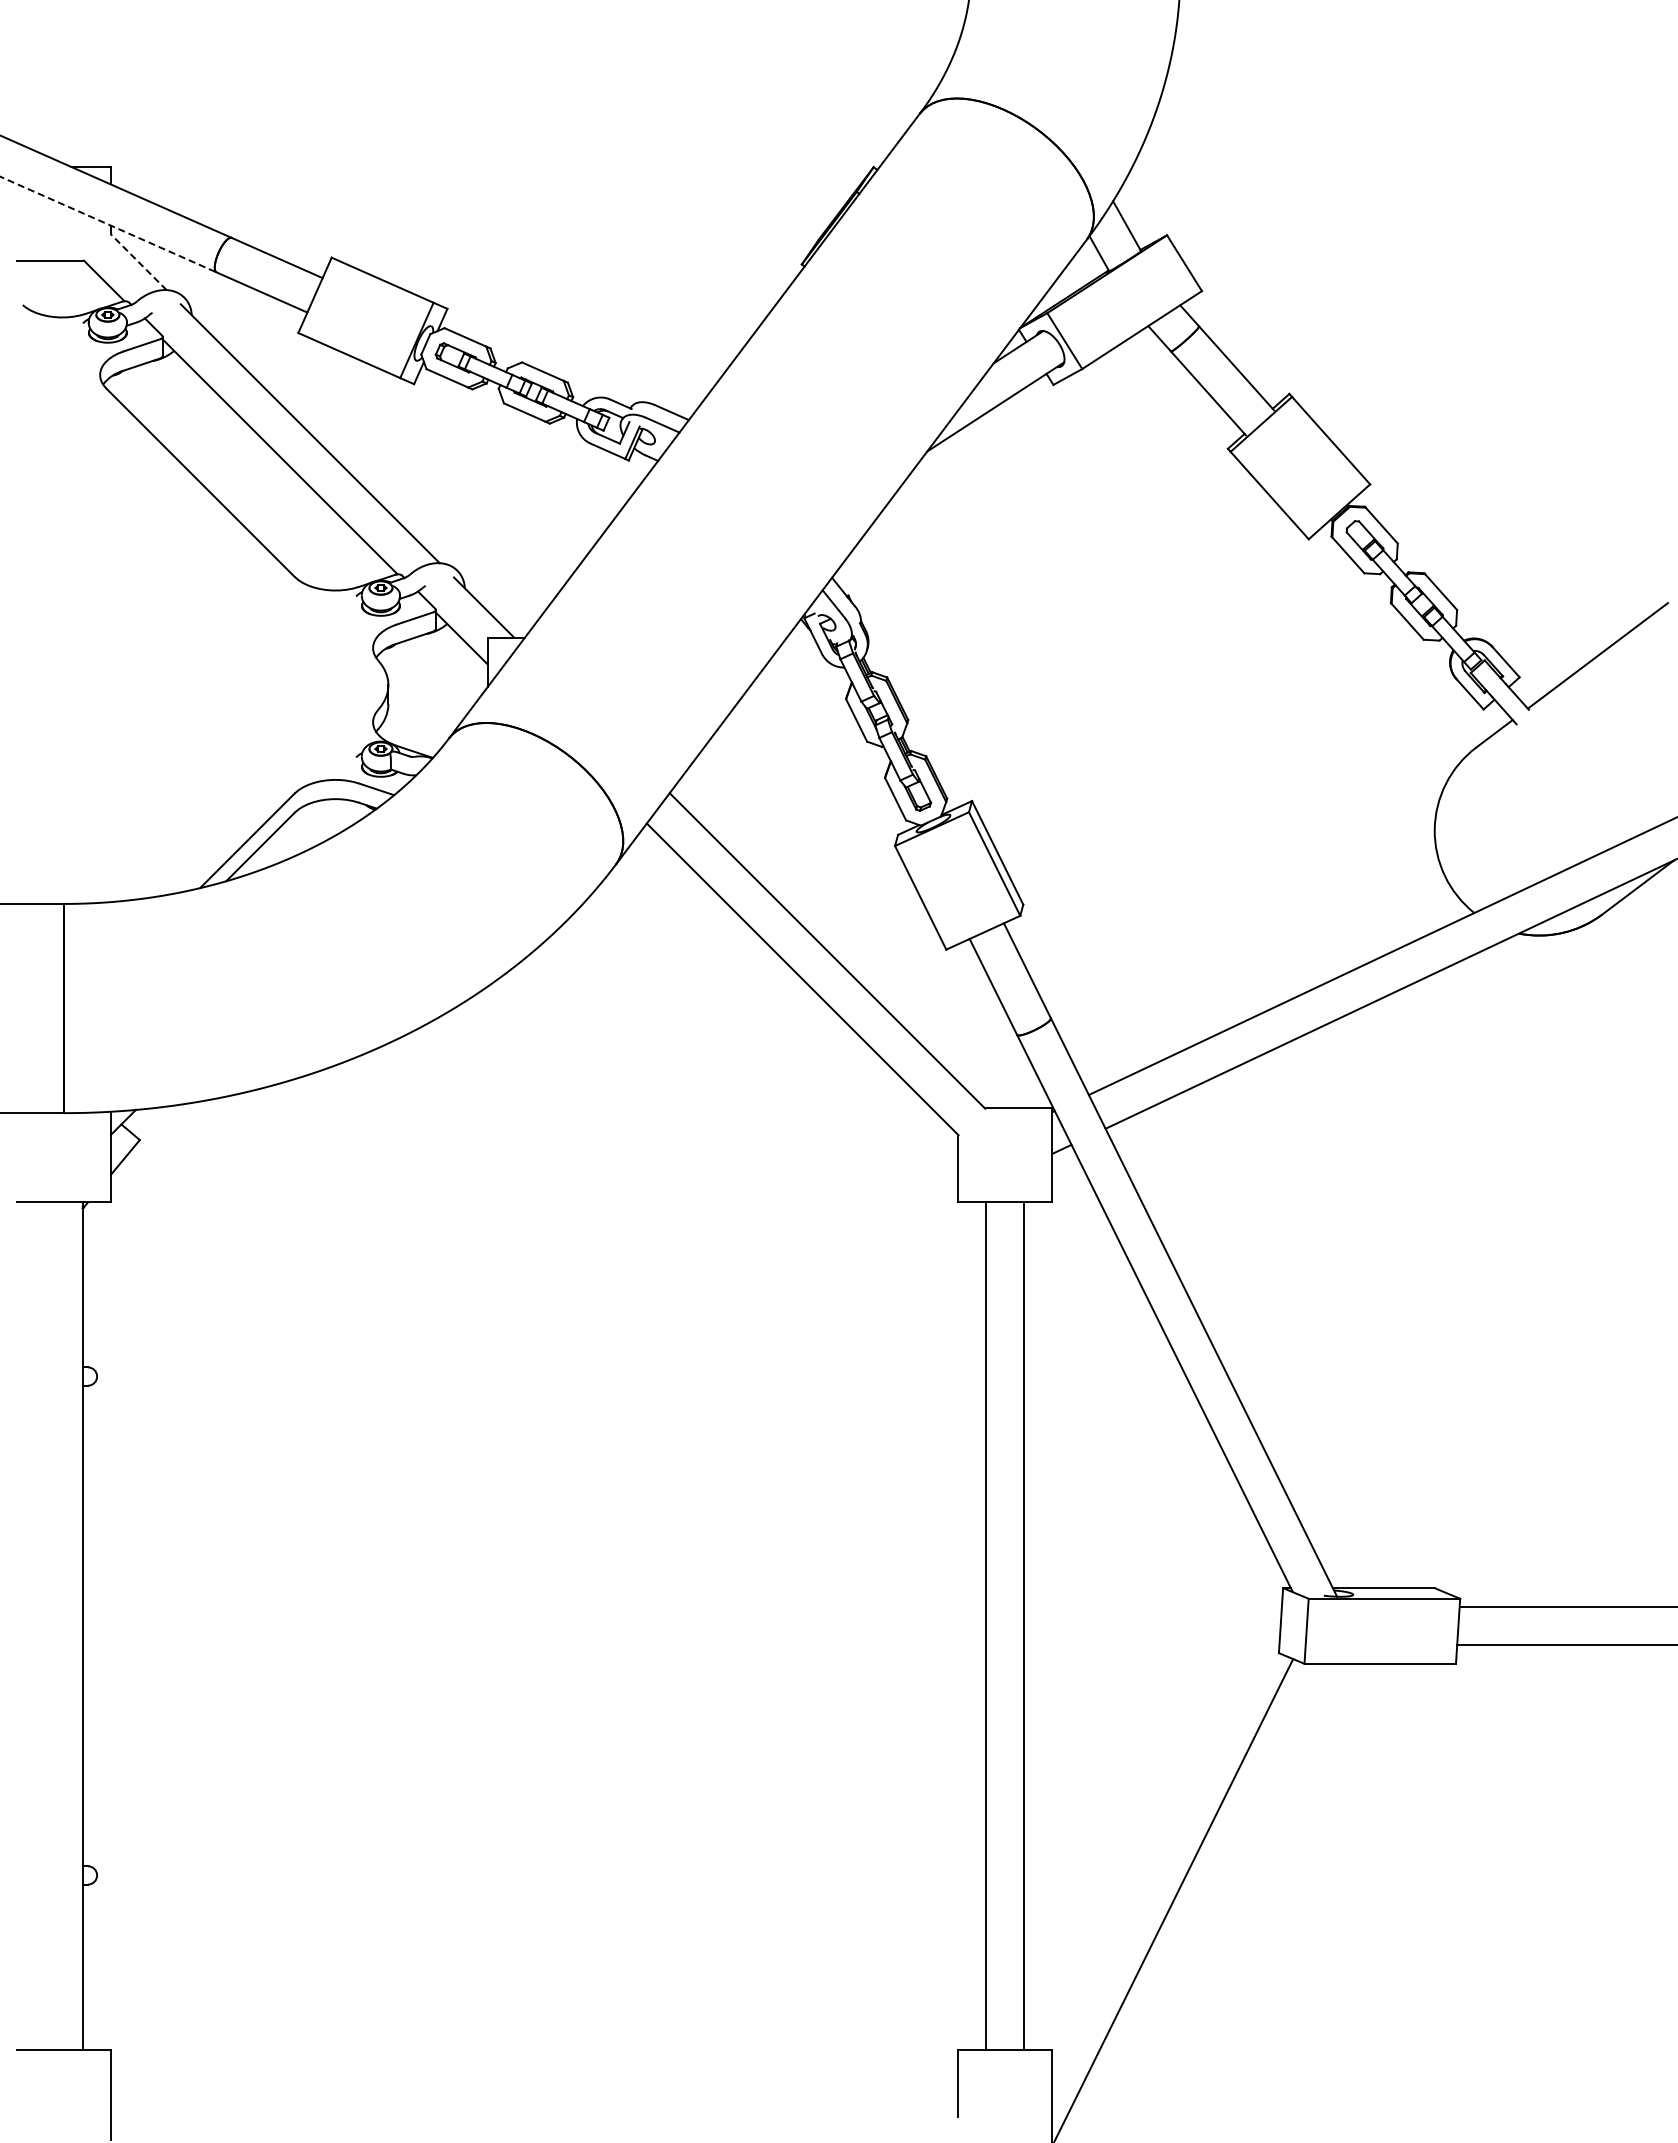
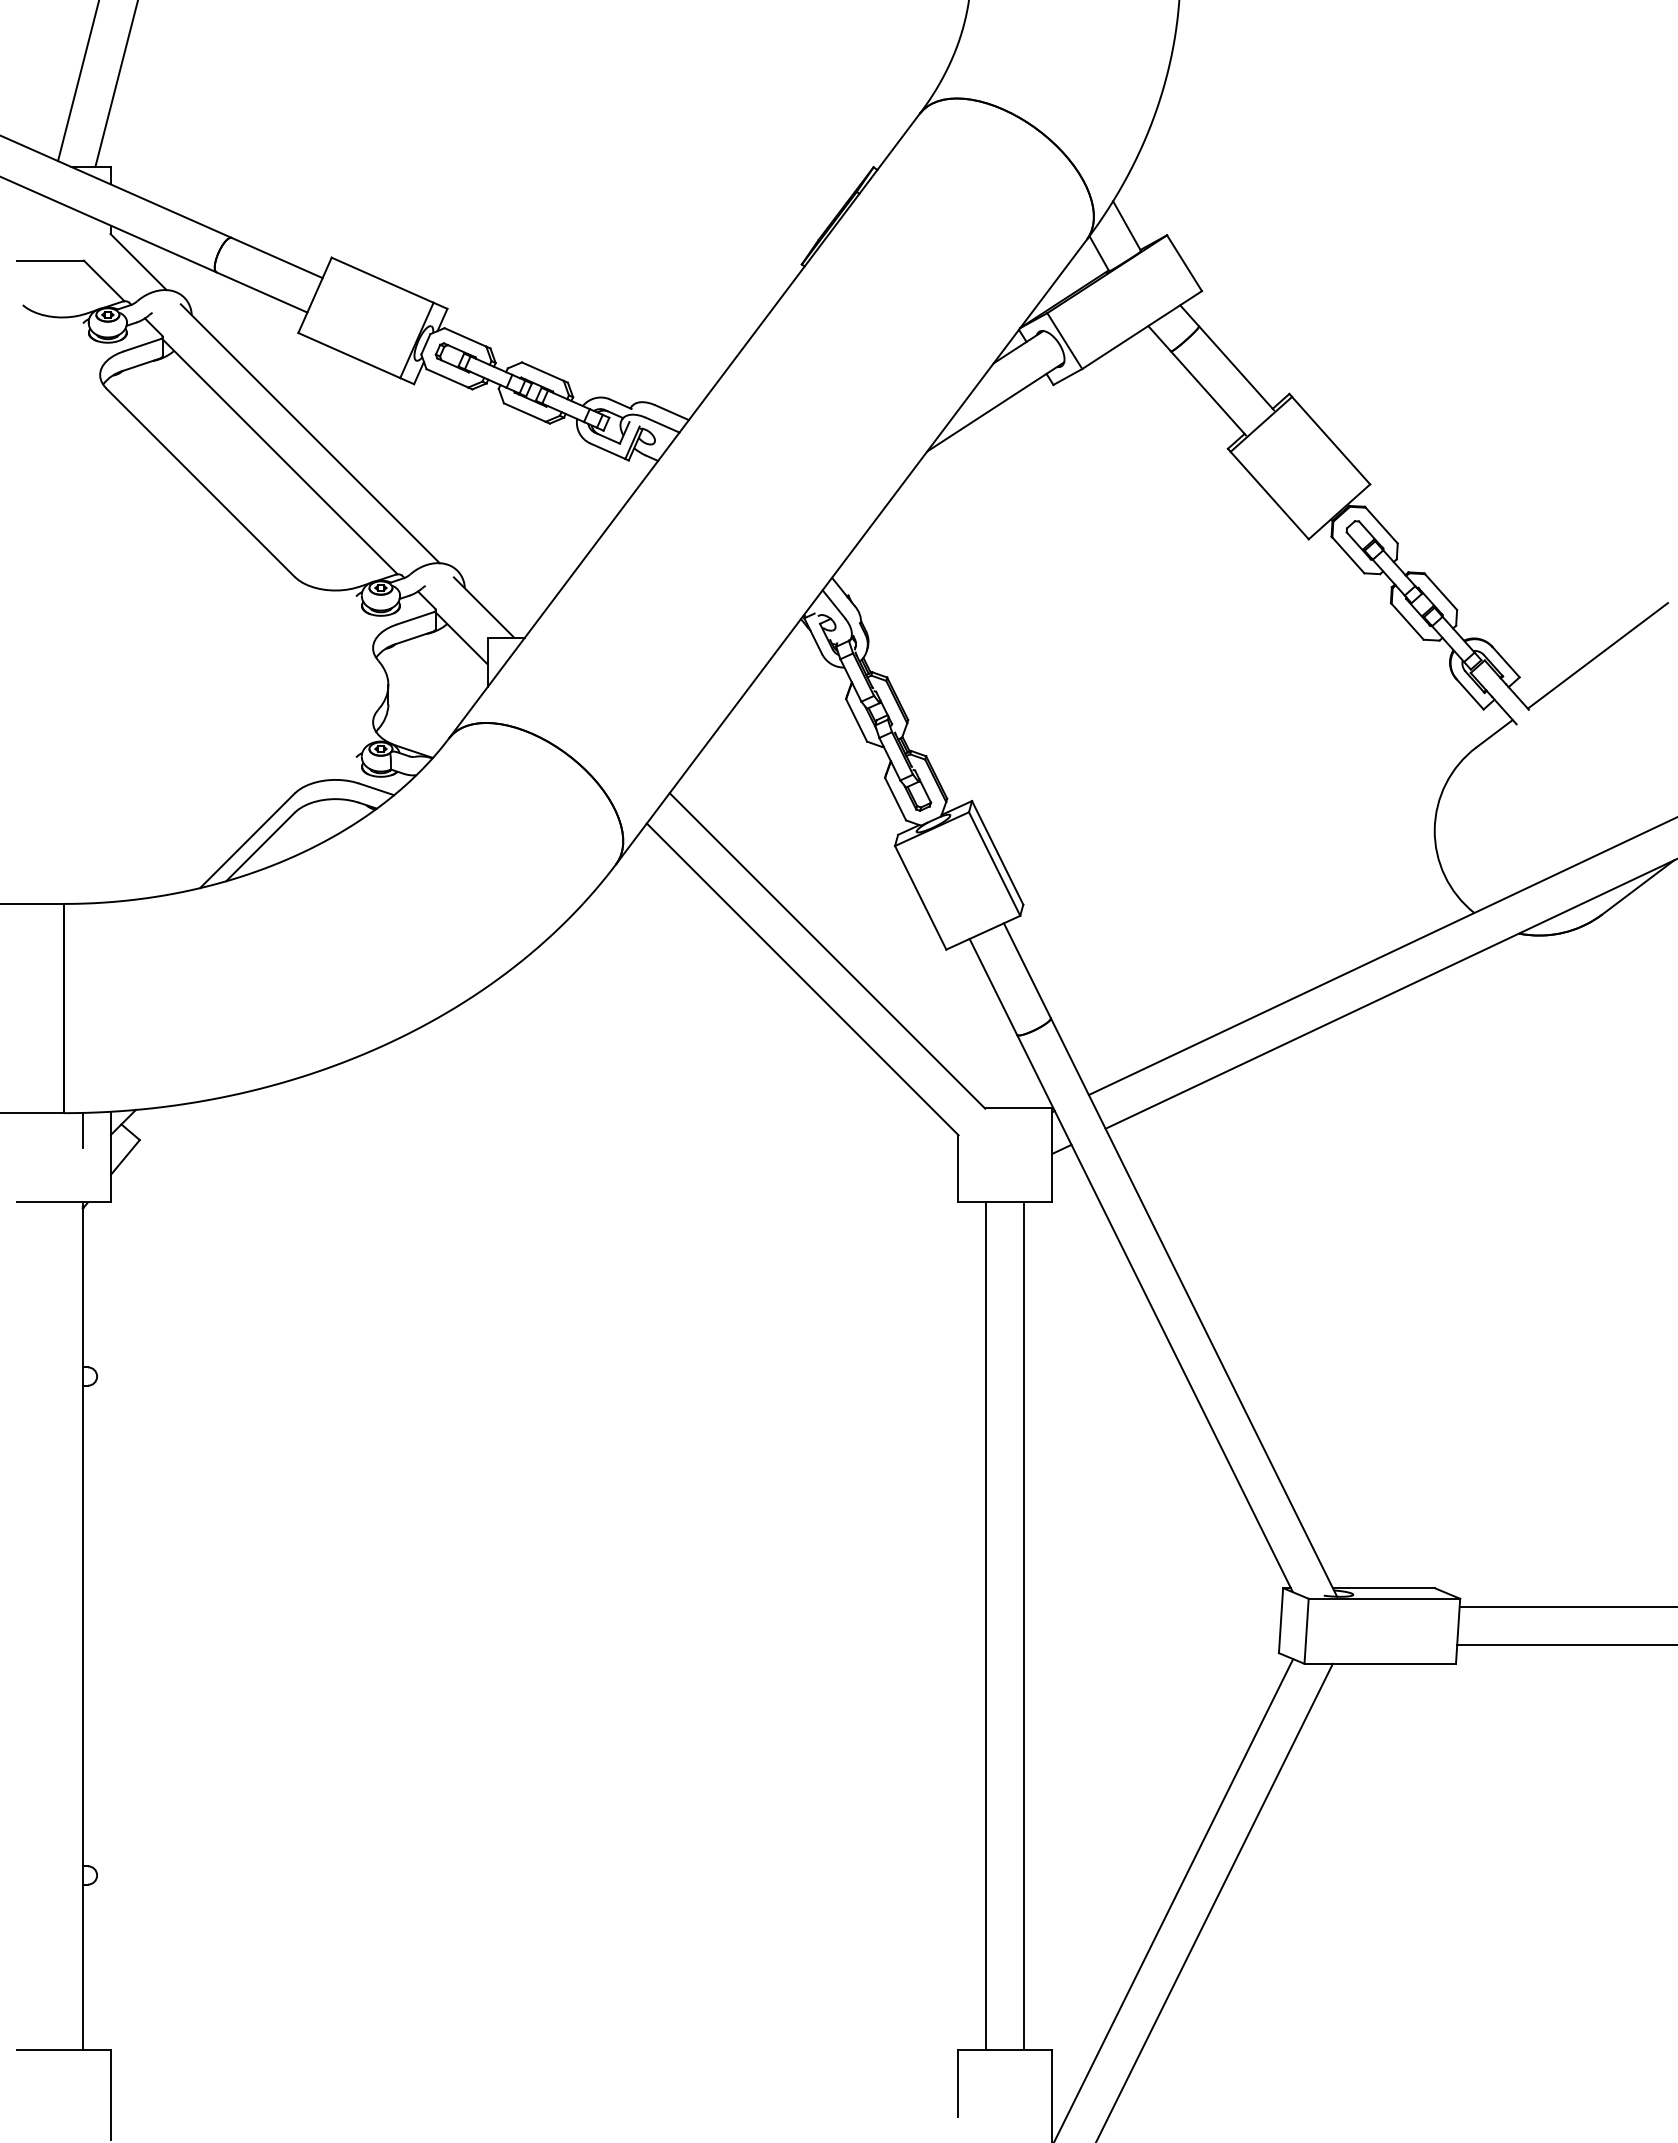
line at (78, 81): none -> present
line at (116, 84): none -> present
line at (108, 224): dashed -> solid
line at (138, 262): dashed -> solid
line at (82, 1129): none -> present
line at (1214, 1901): none -> present
